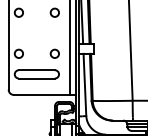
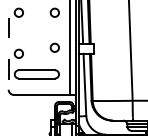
line at (8, 45): solid -> dashed
circle at (54, 53) position: (54, 53) -> (54, 47)
